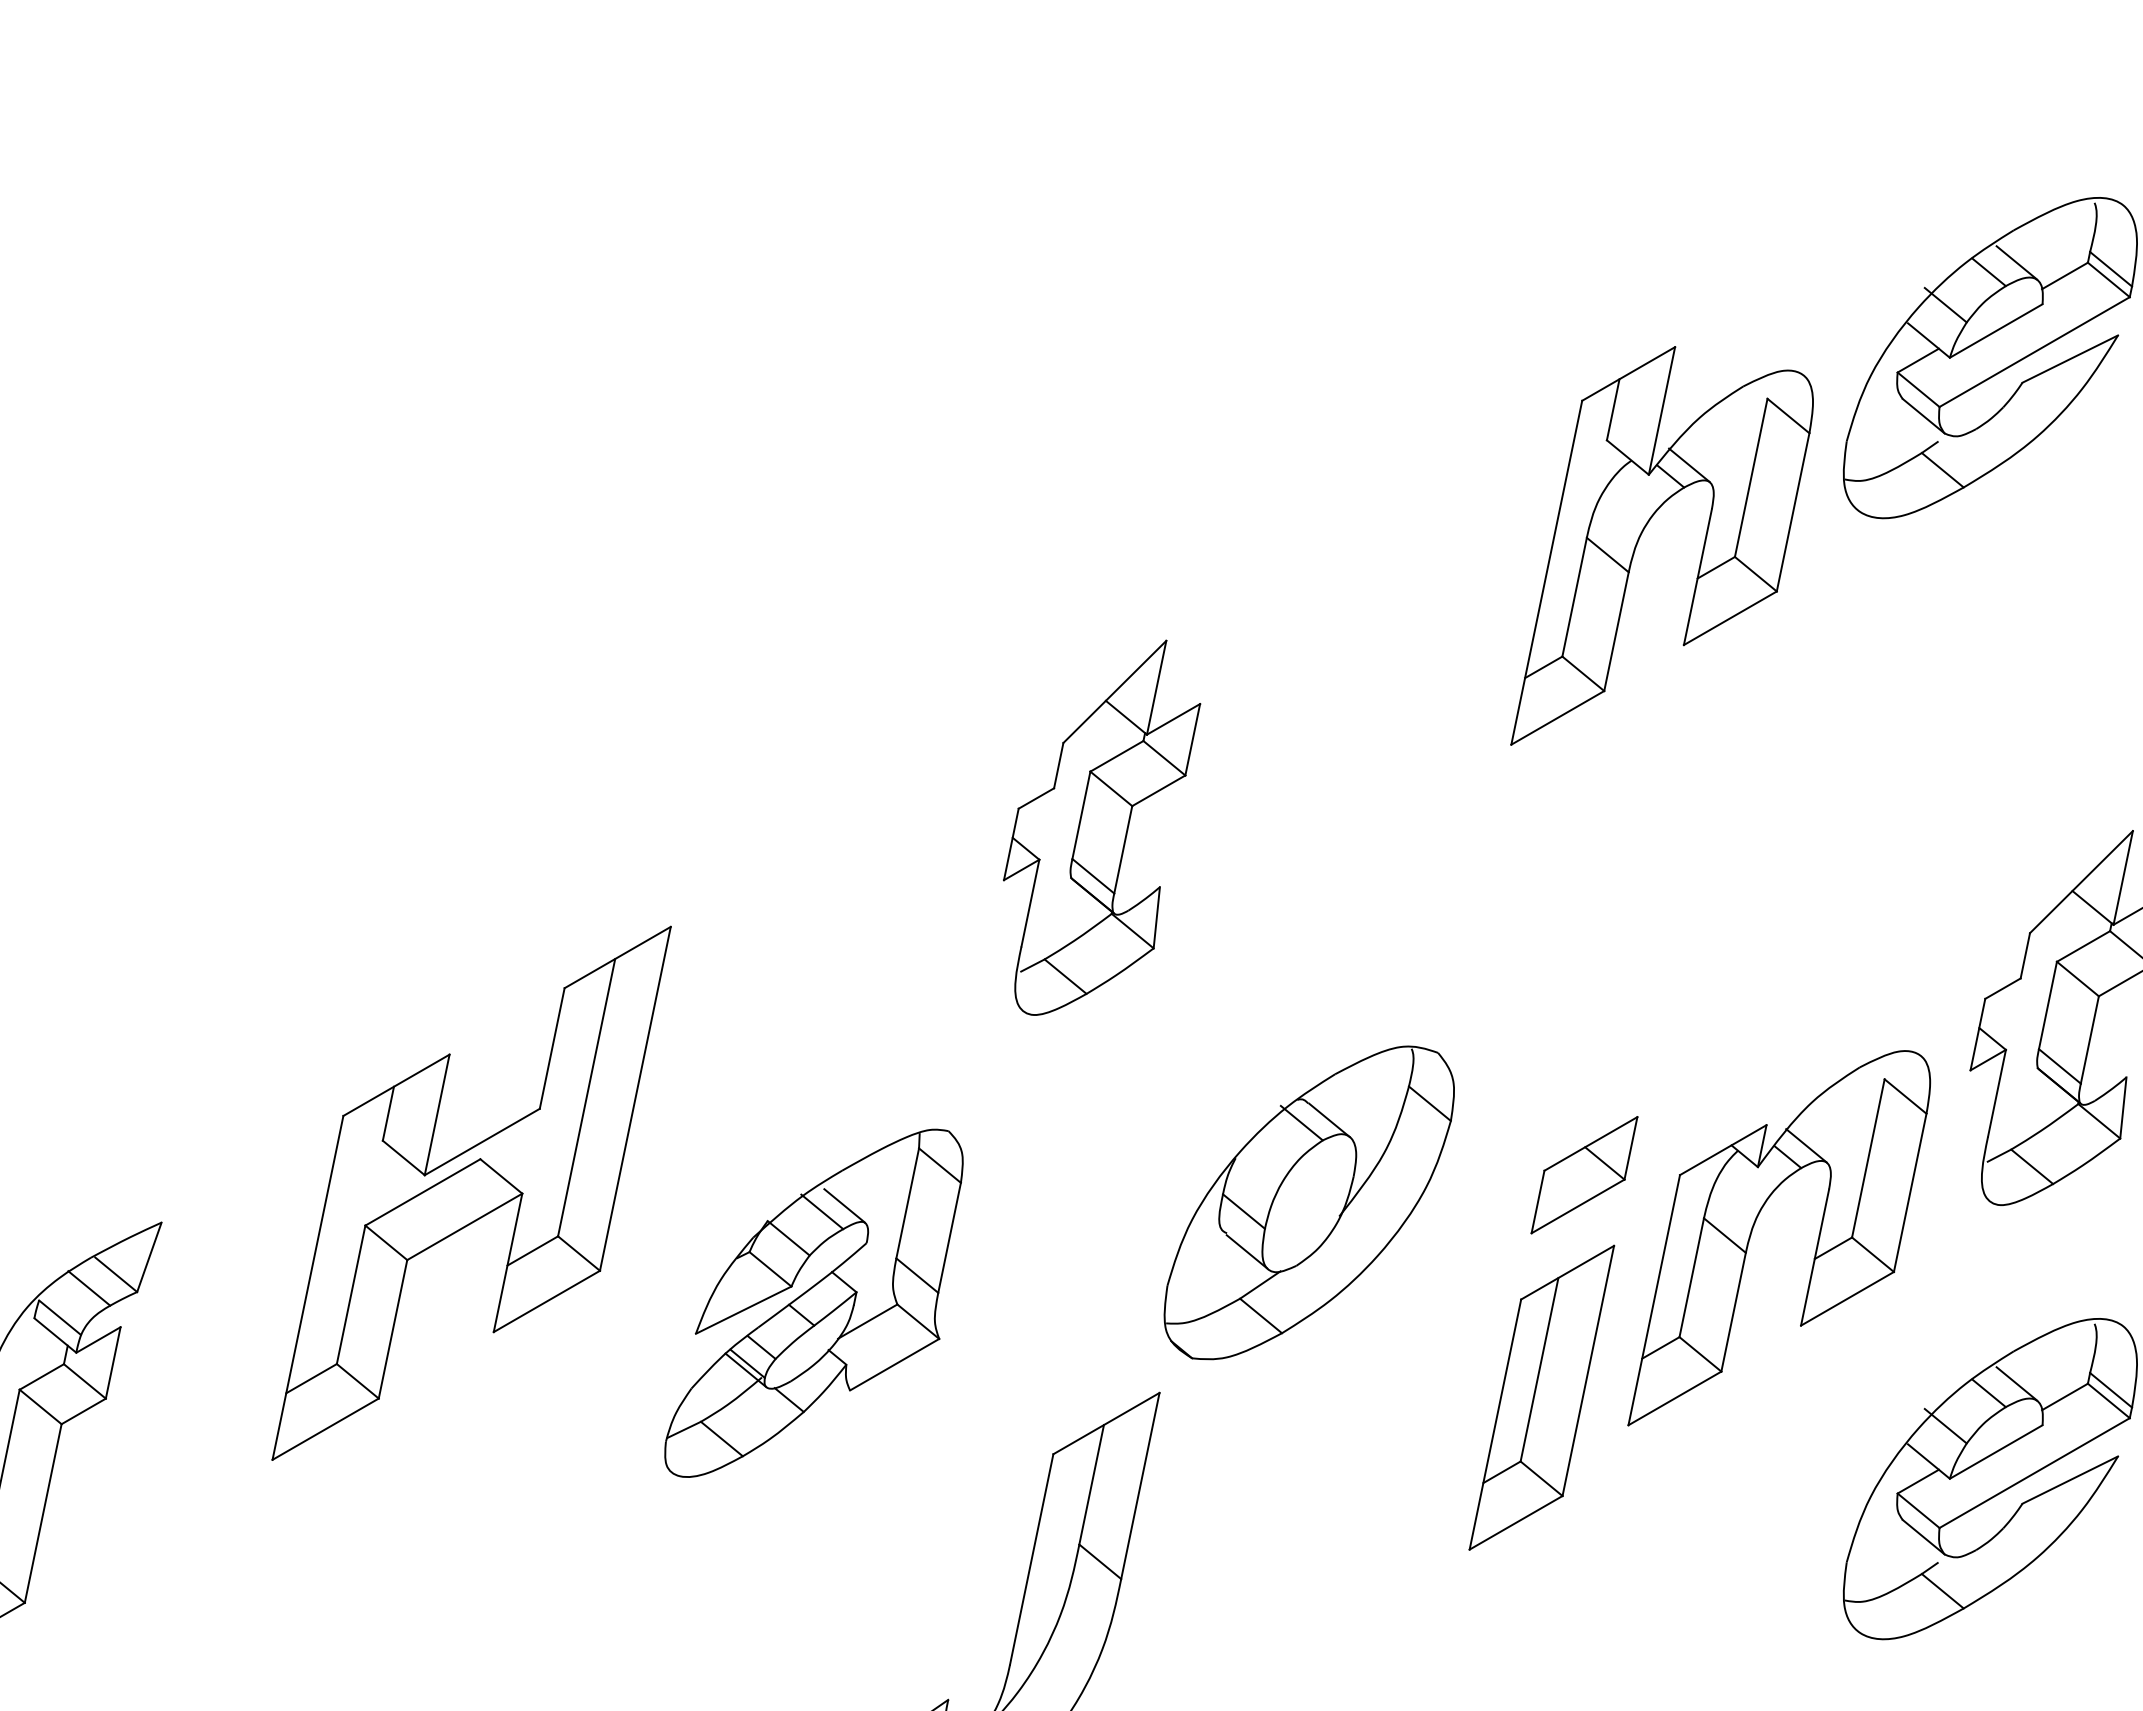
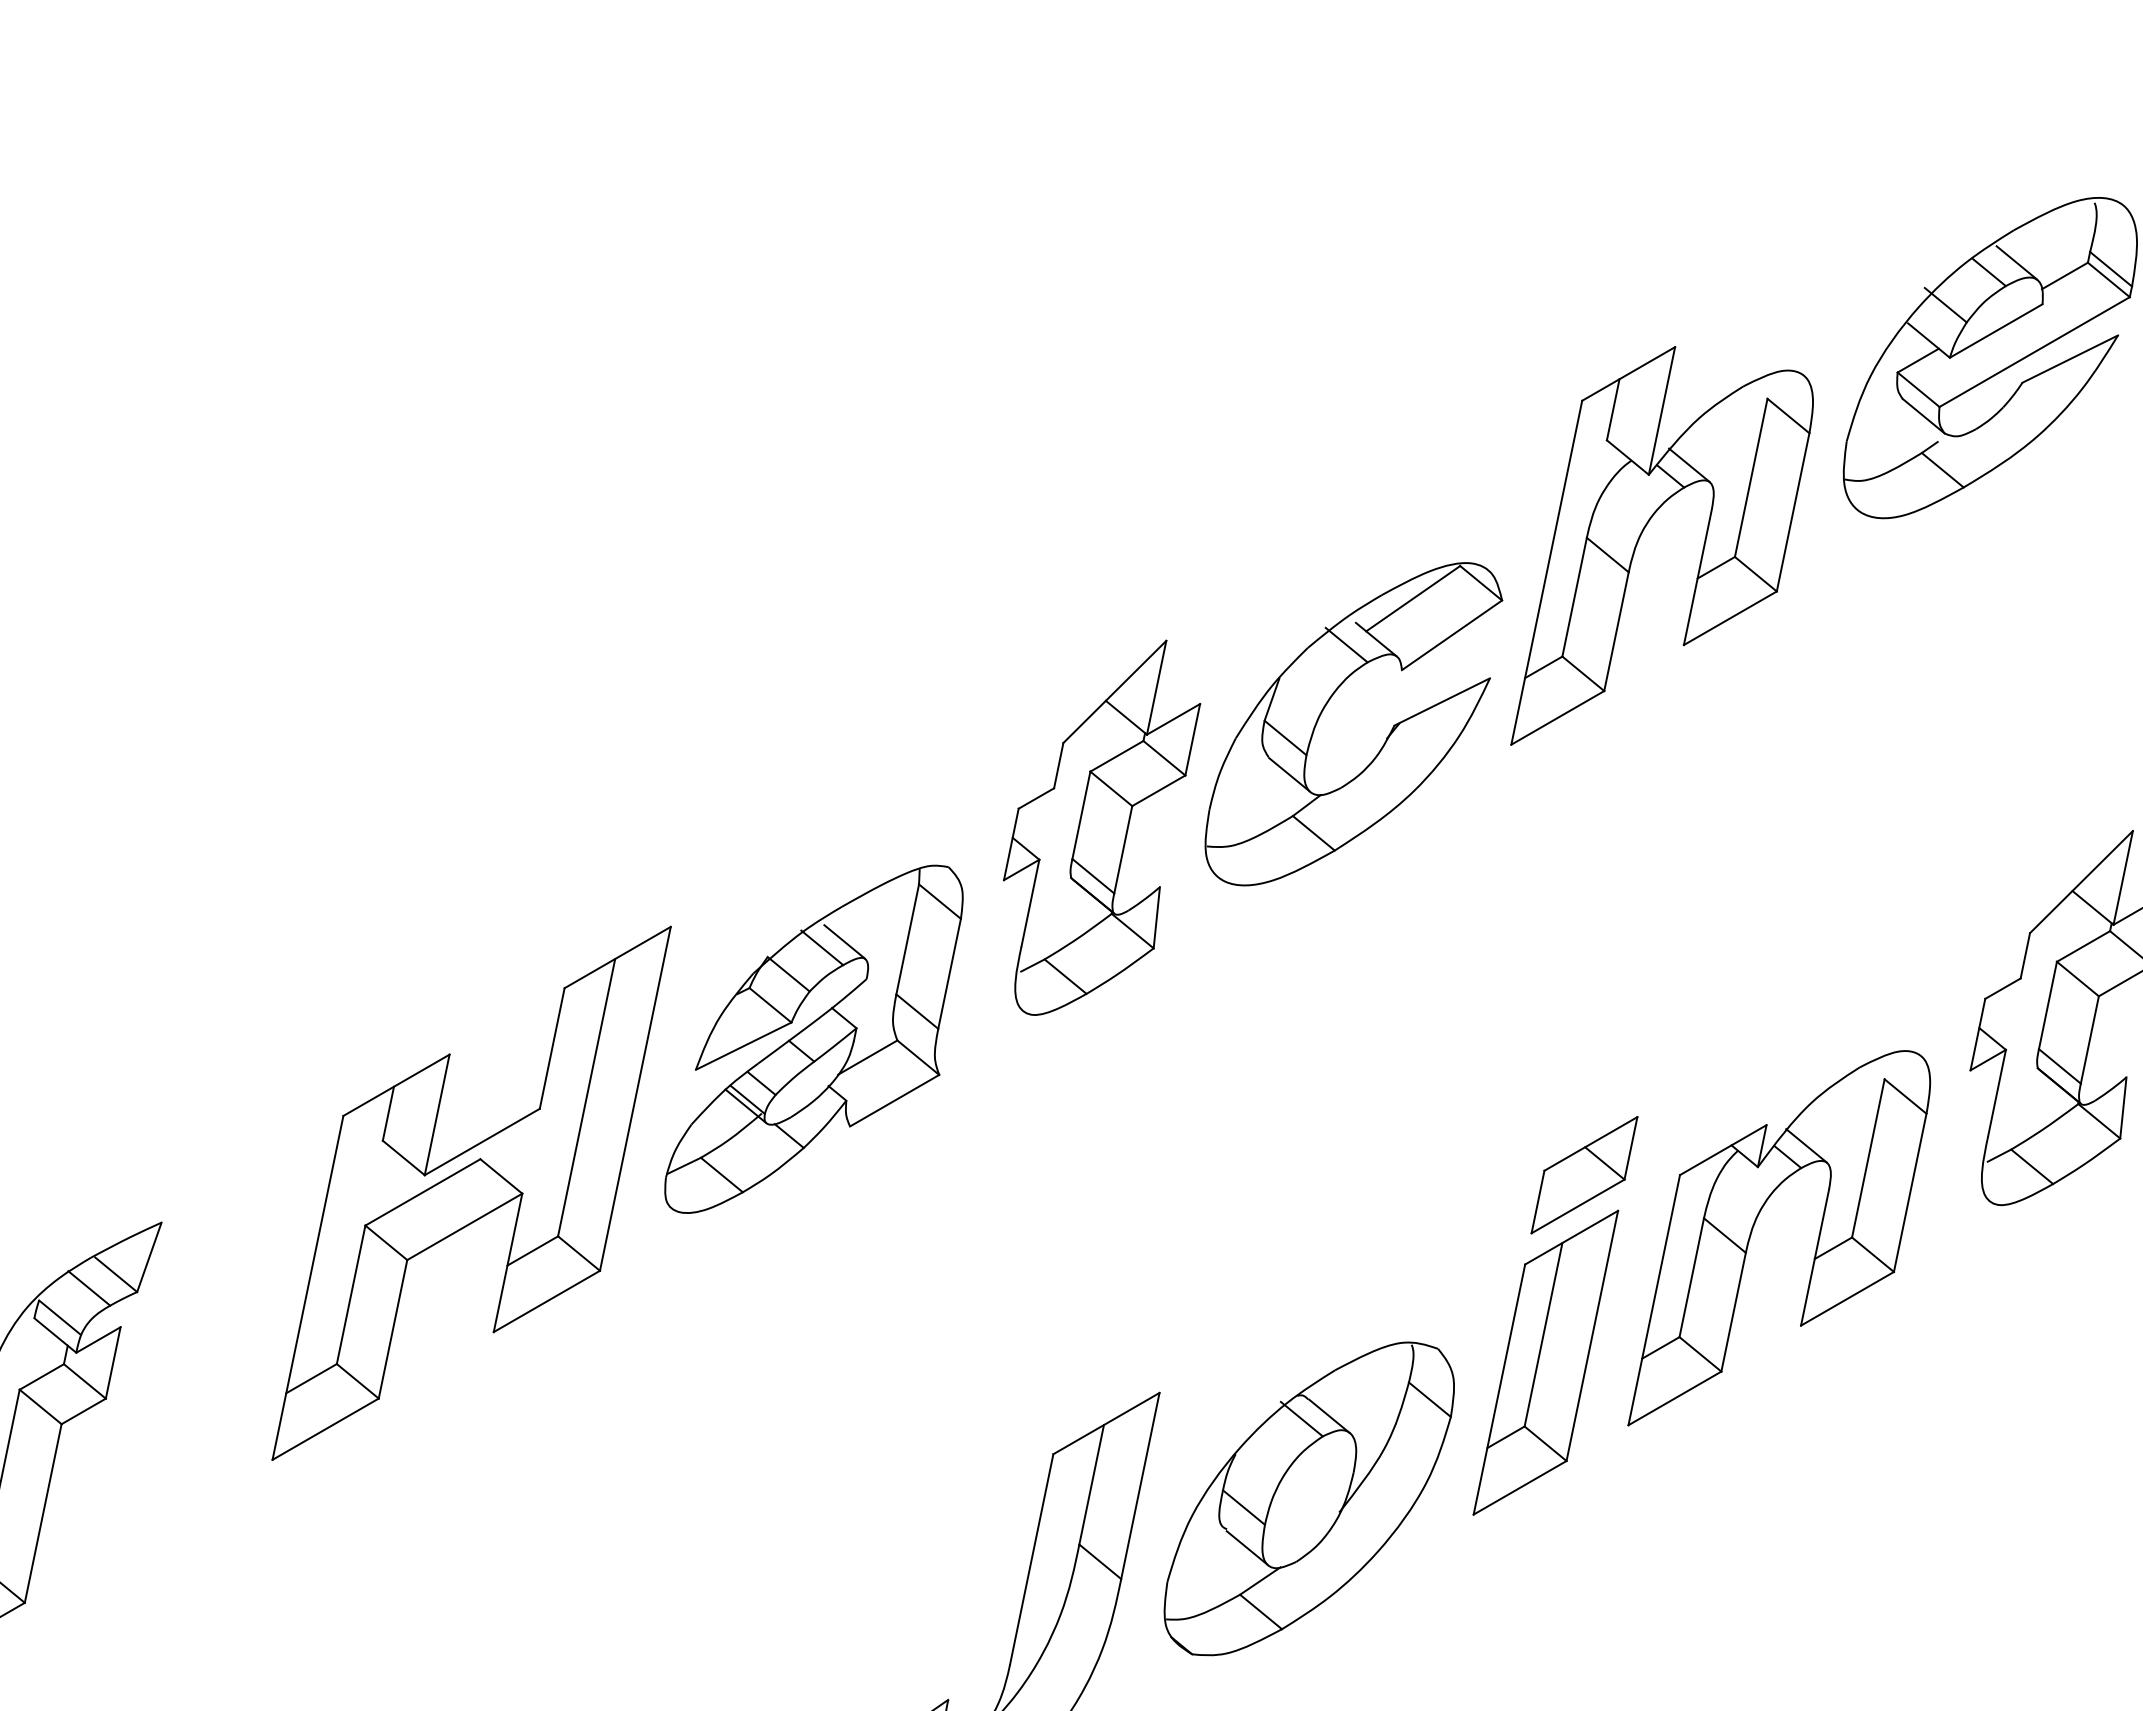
part at (1324, 709): none -> present
part at (1308, 1202) position: (1308, 1202) -> (1308, 1498)
part at (813, 1302) position: (813, 1302) -> (813, 1038)
part at (1541, 1397) position: (1541, 1397) -> (1545, 1362)
part at (1989, 1479): present -> none
